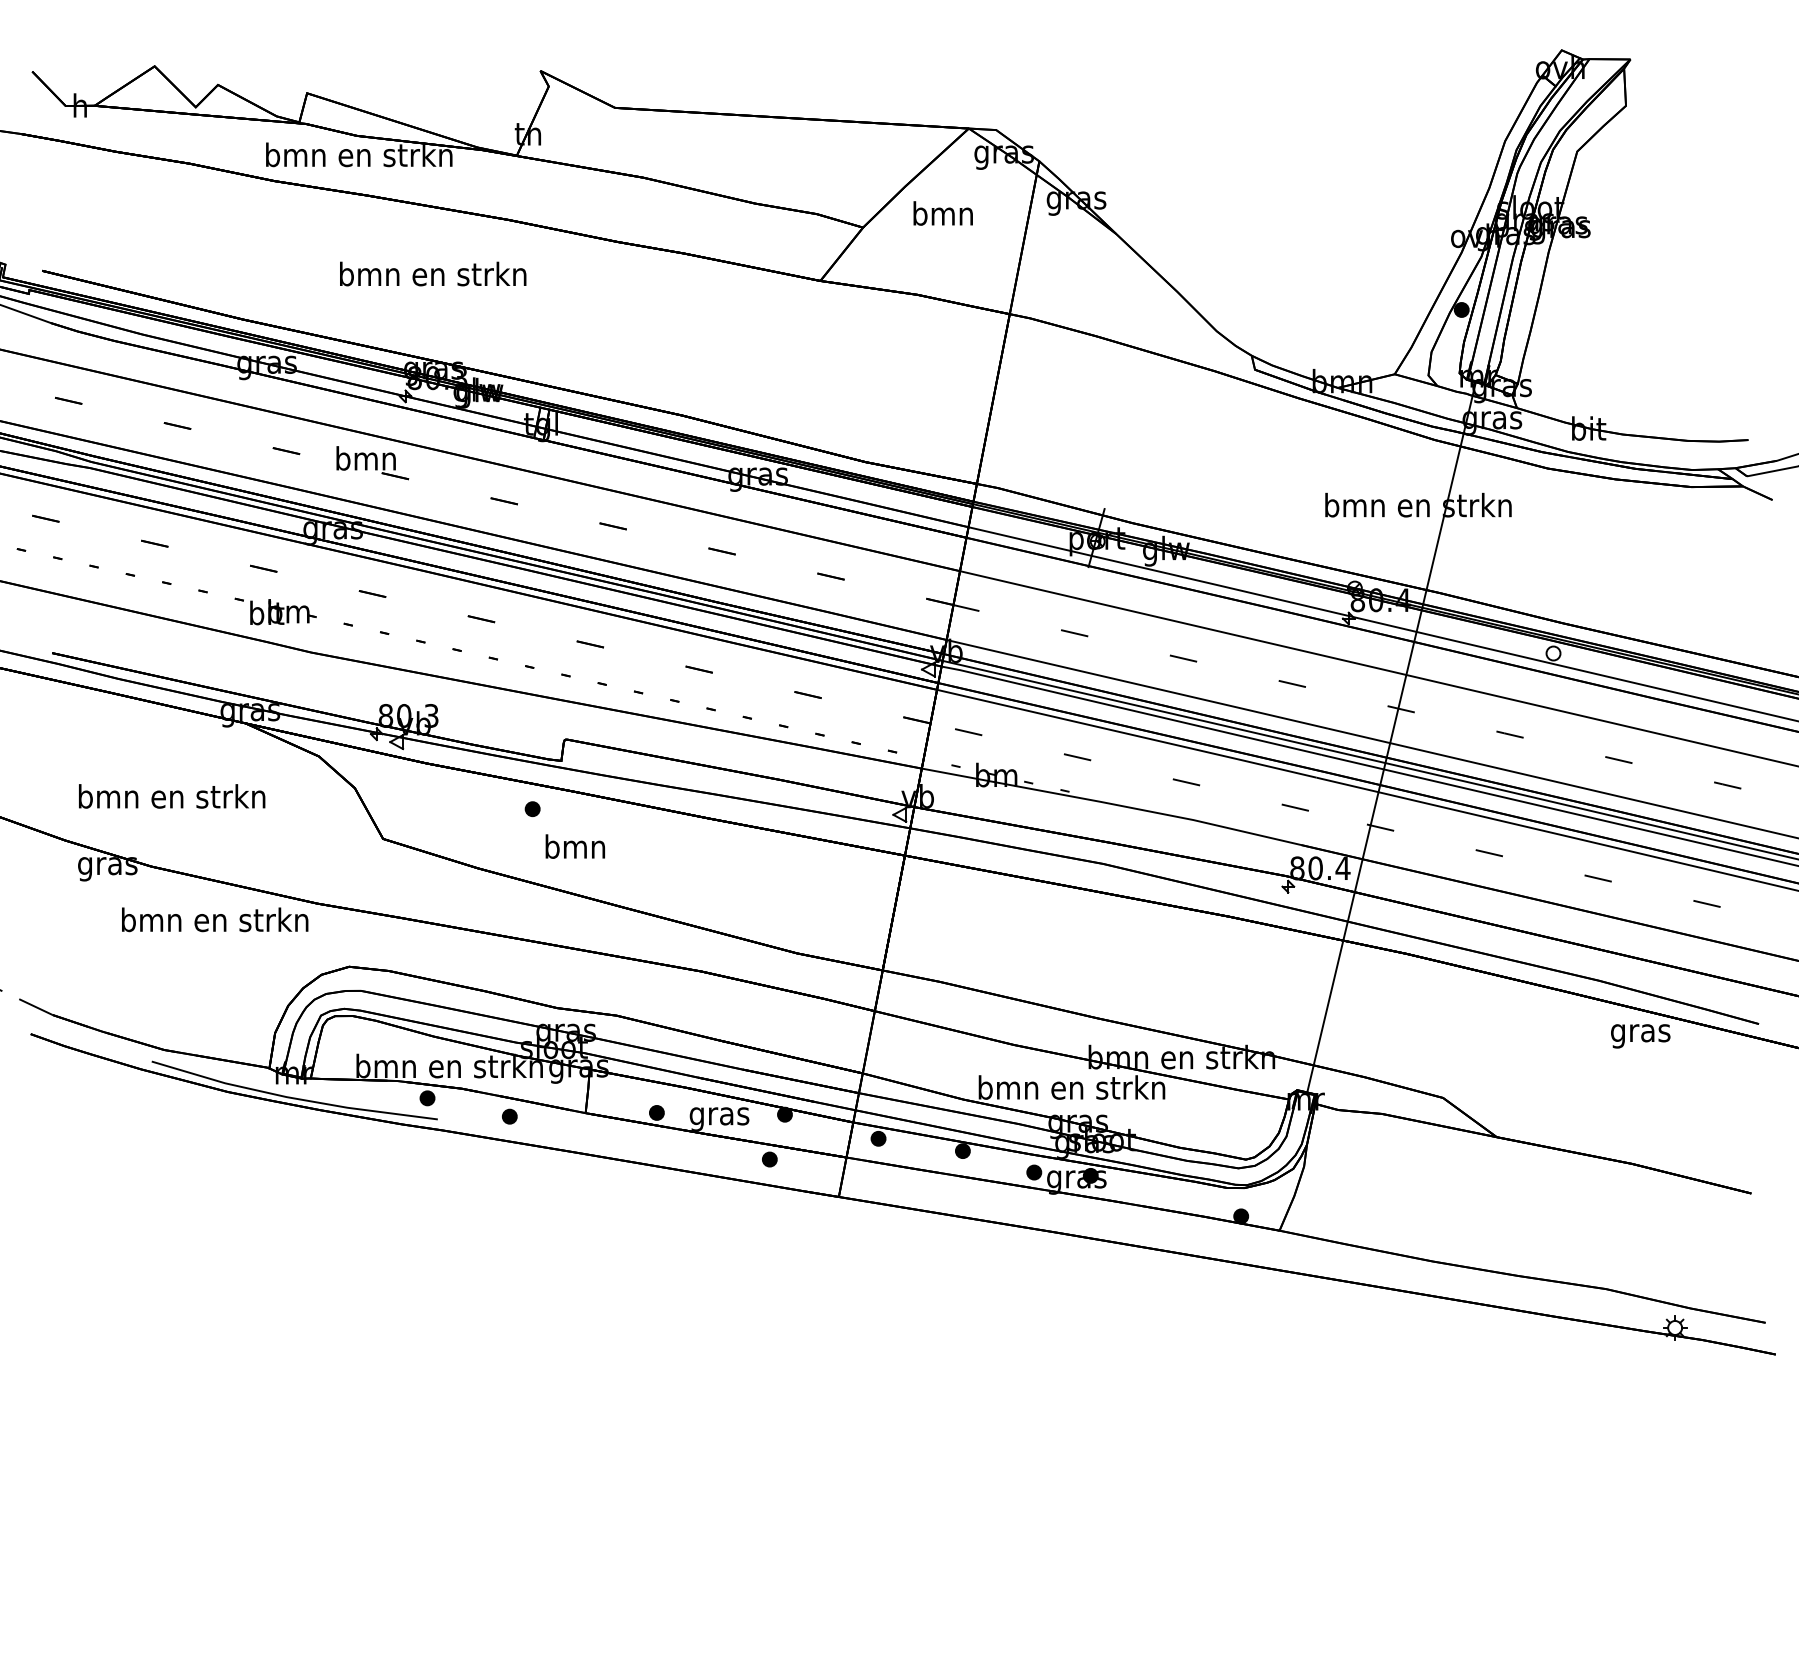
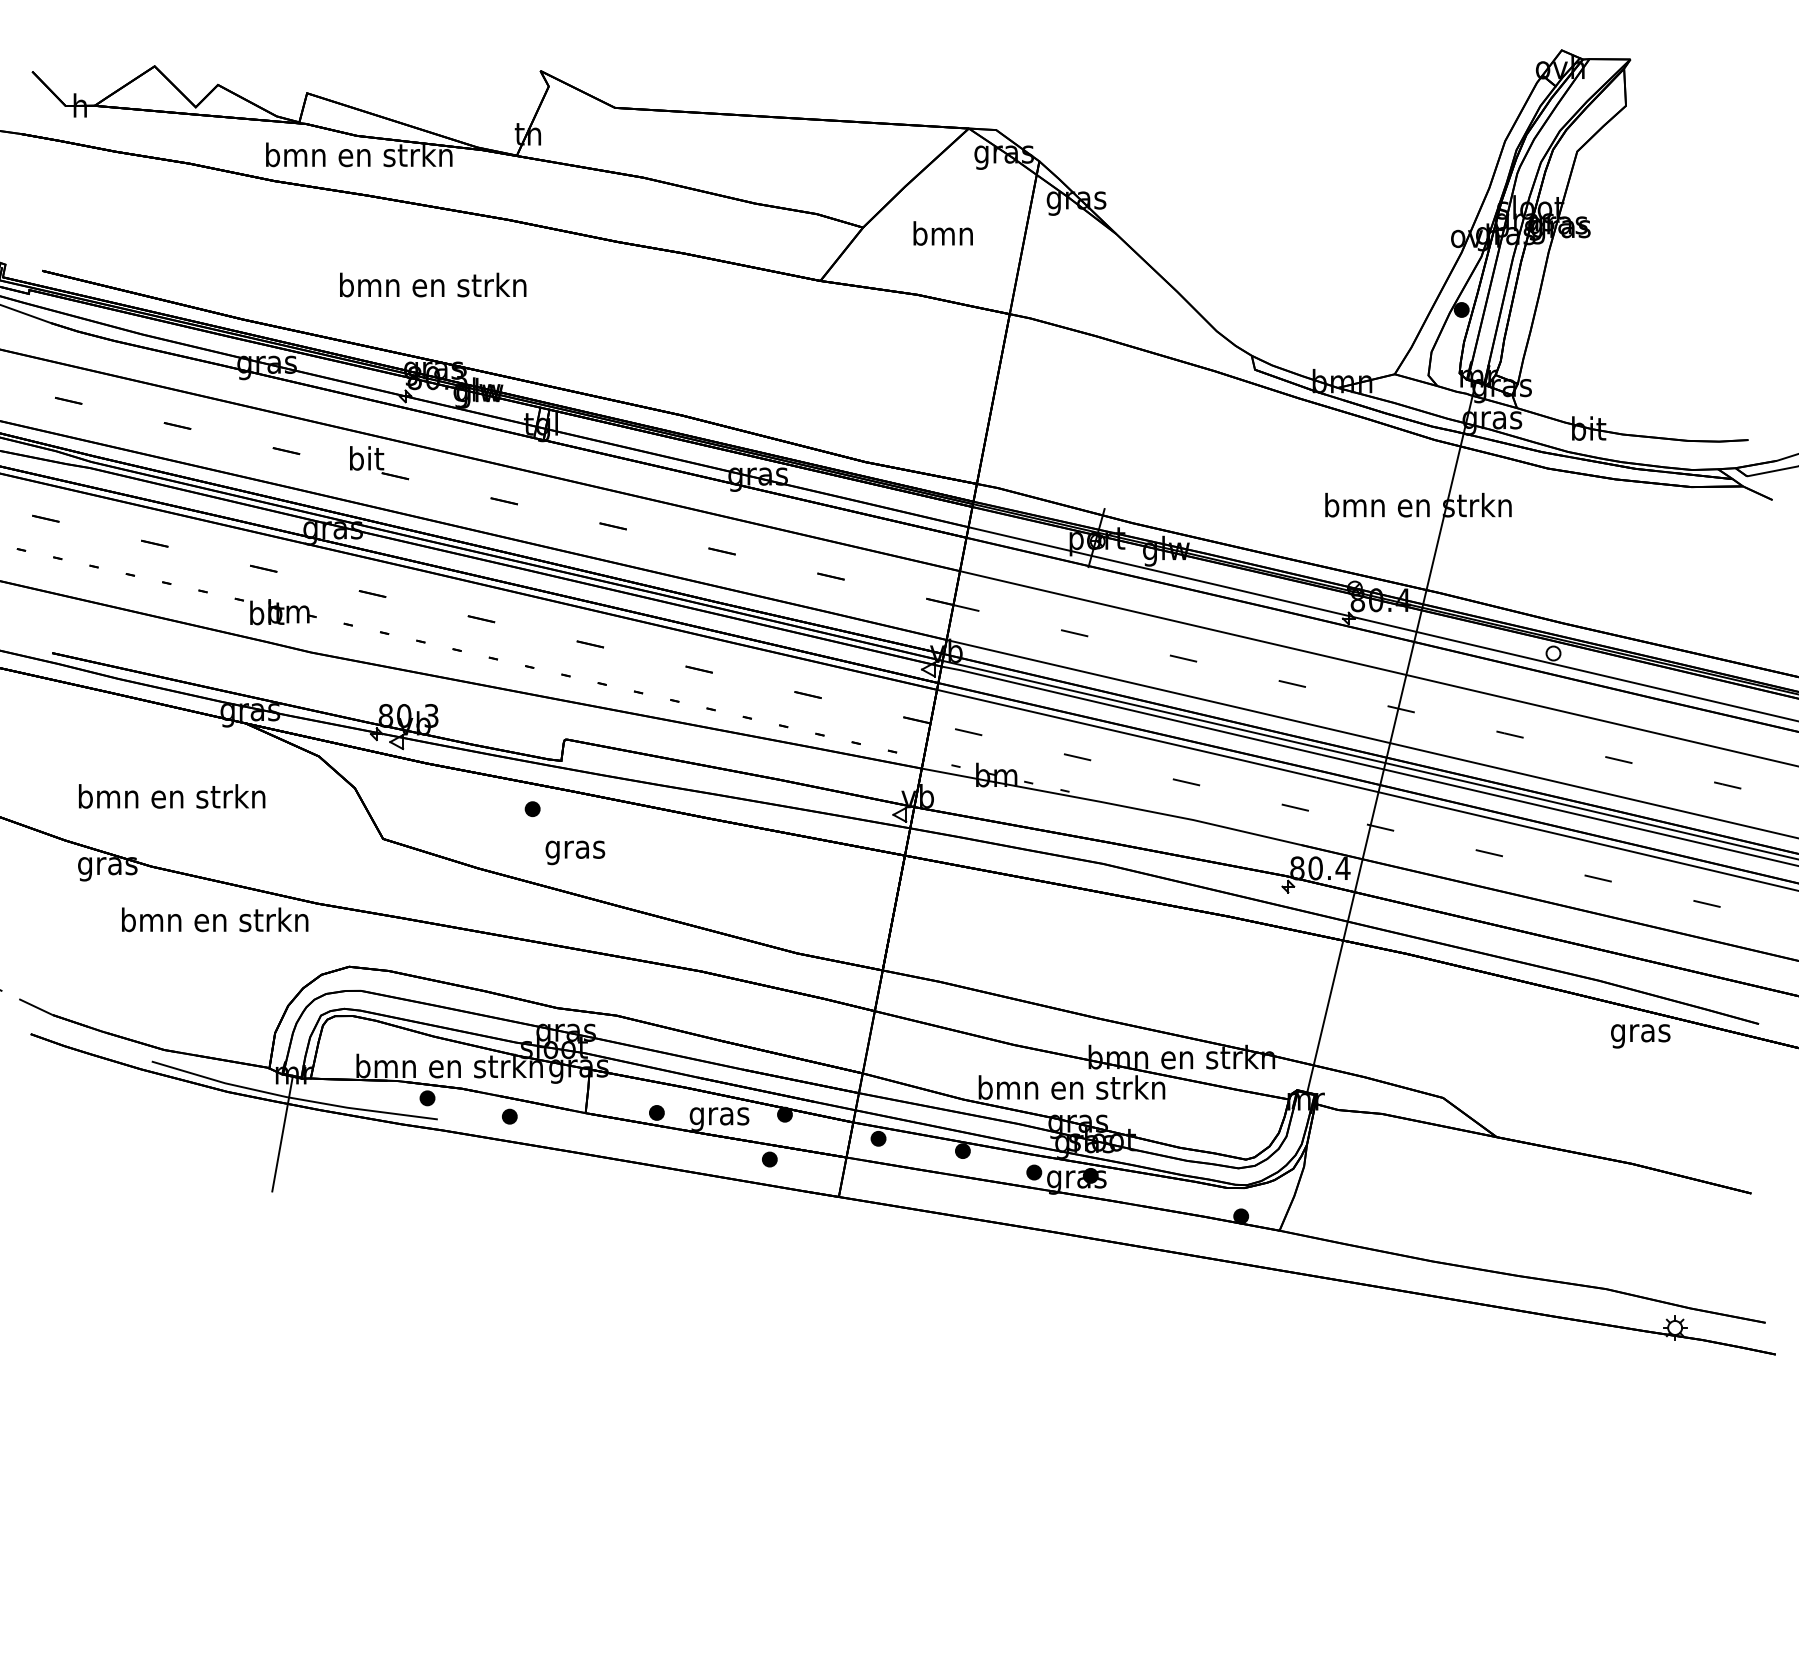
text at (942, 213) position: (942, 213) -> (942, 233)
text at (433, 273) position: (433, 273) -> (433, 284)
text at (365, 458): bmn -> bit
text at (575, 849): bmn -> gras
line at (282, 1133): none -> present
